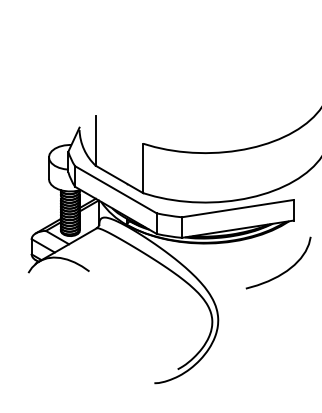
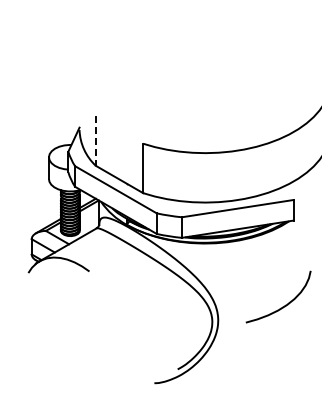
line at (95, 141): solid -> dashed
curve at (285, 270) position: (285, 270) -> (285, 304)
